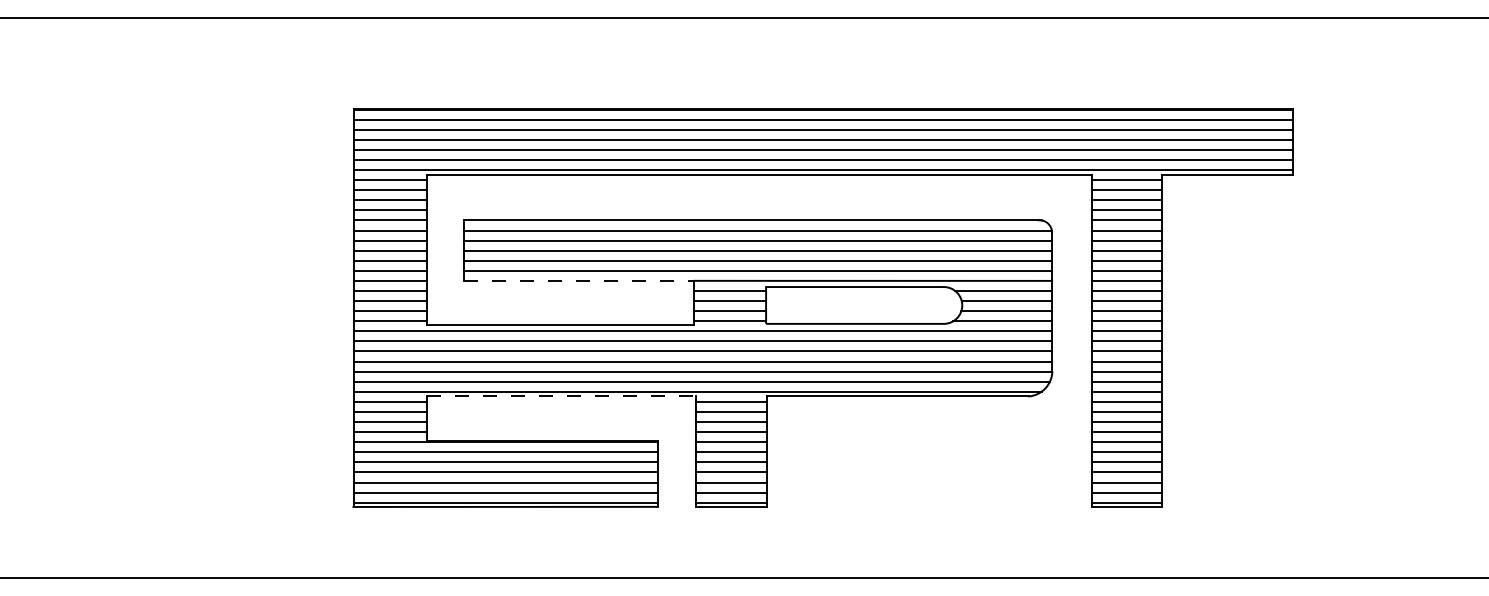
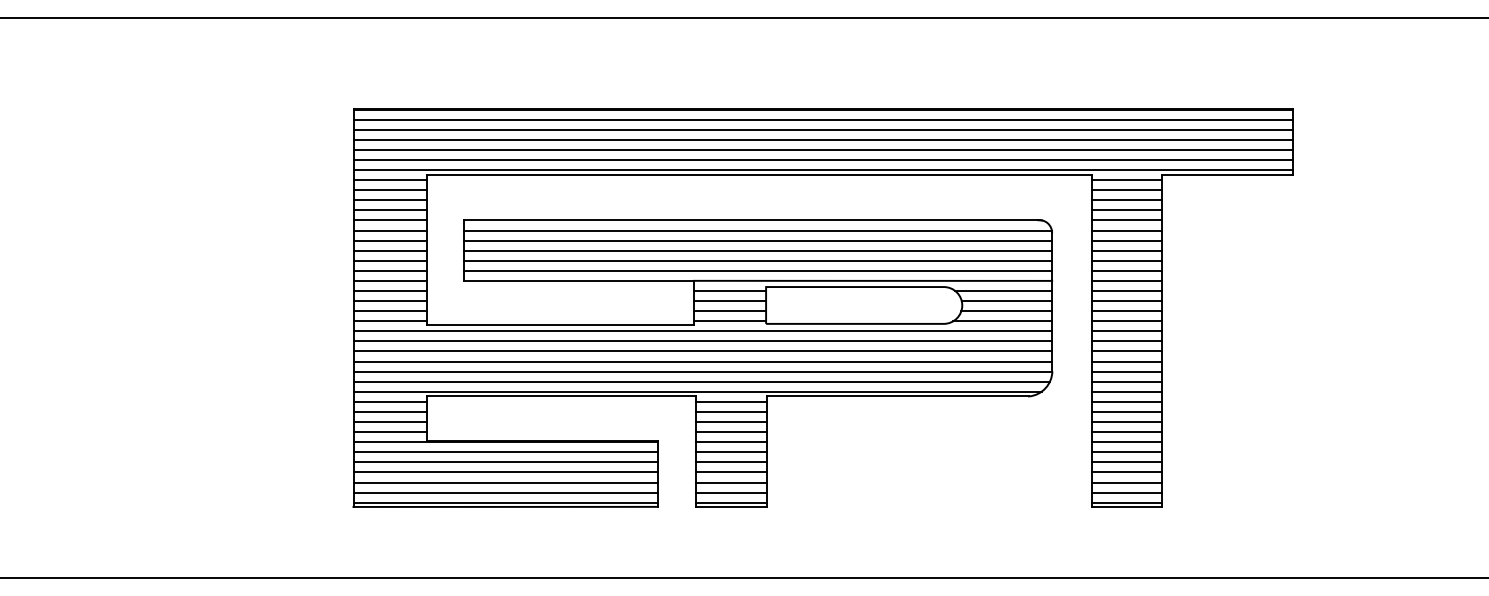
line at (578, 280): dashed -> solid
line at (561, 396): dashed -> solid
